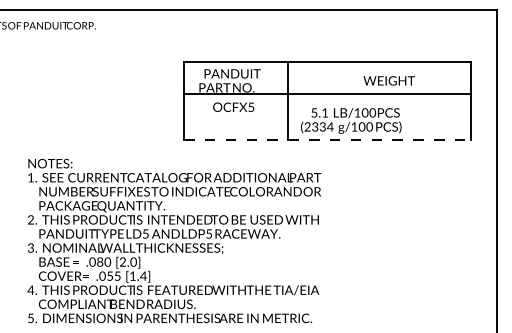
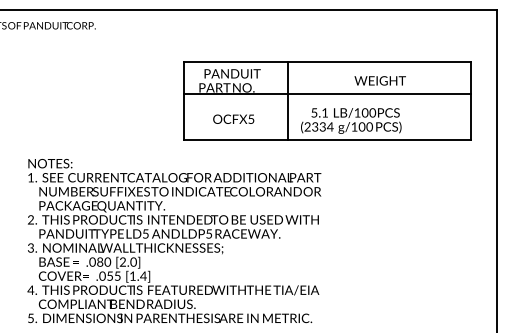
text at (388, 80) position: (388, 80) -> (379, 80)
text at (233, 106) position: (233, 106) -> (233, 118)
line at (327, 139): dashed -> solid
